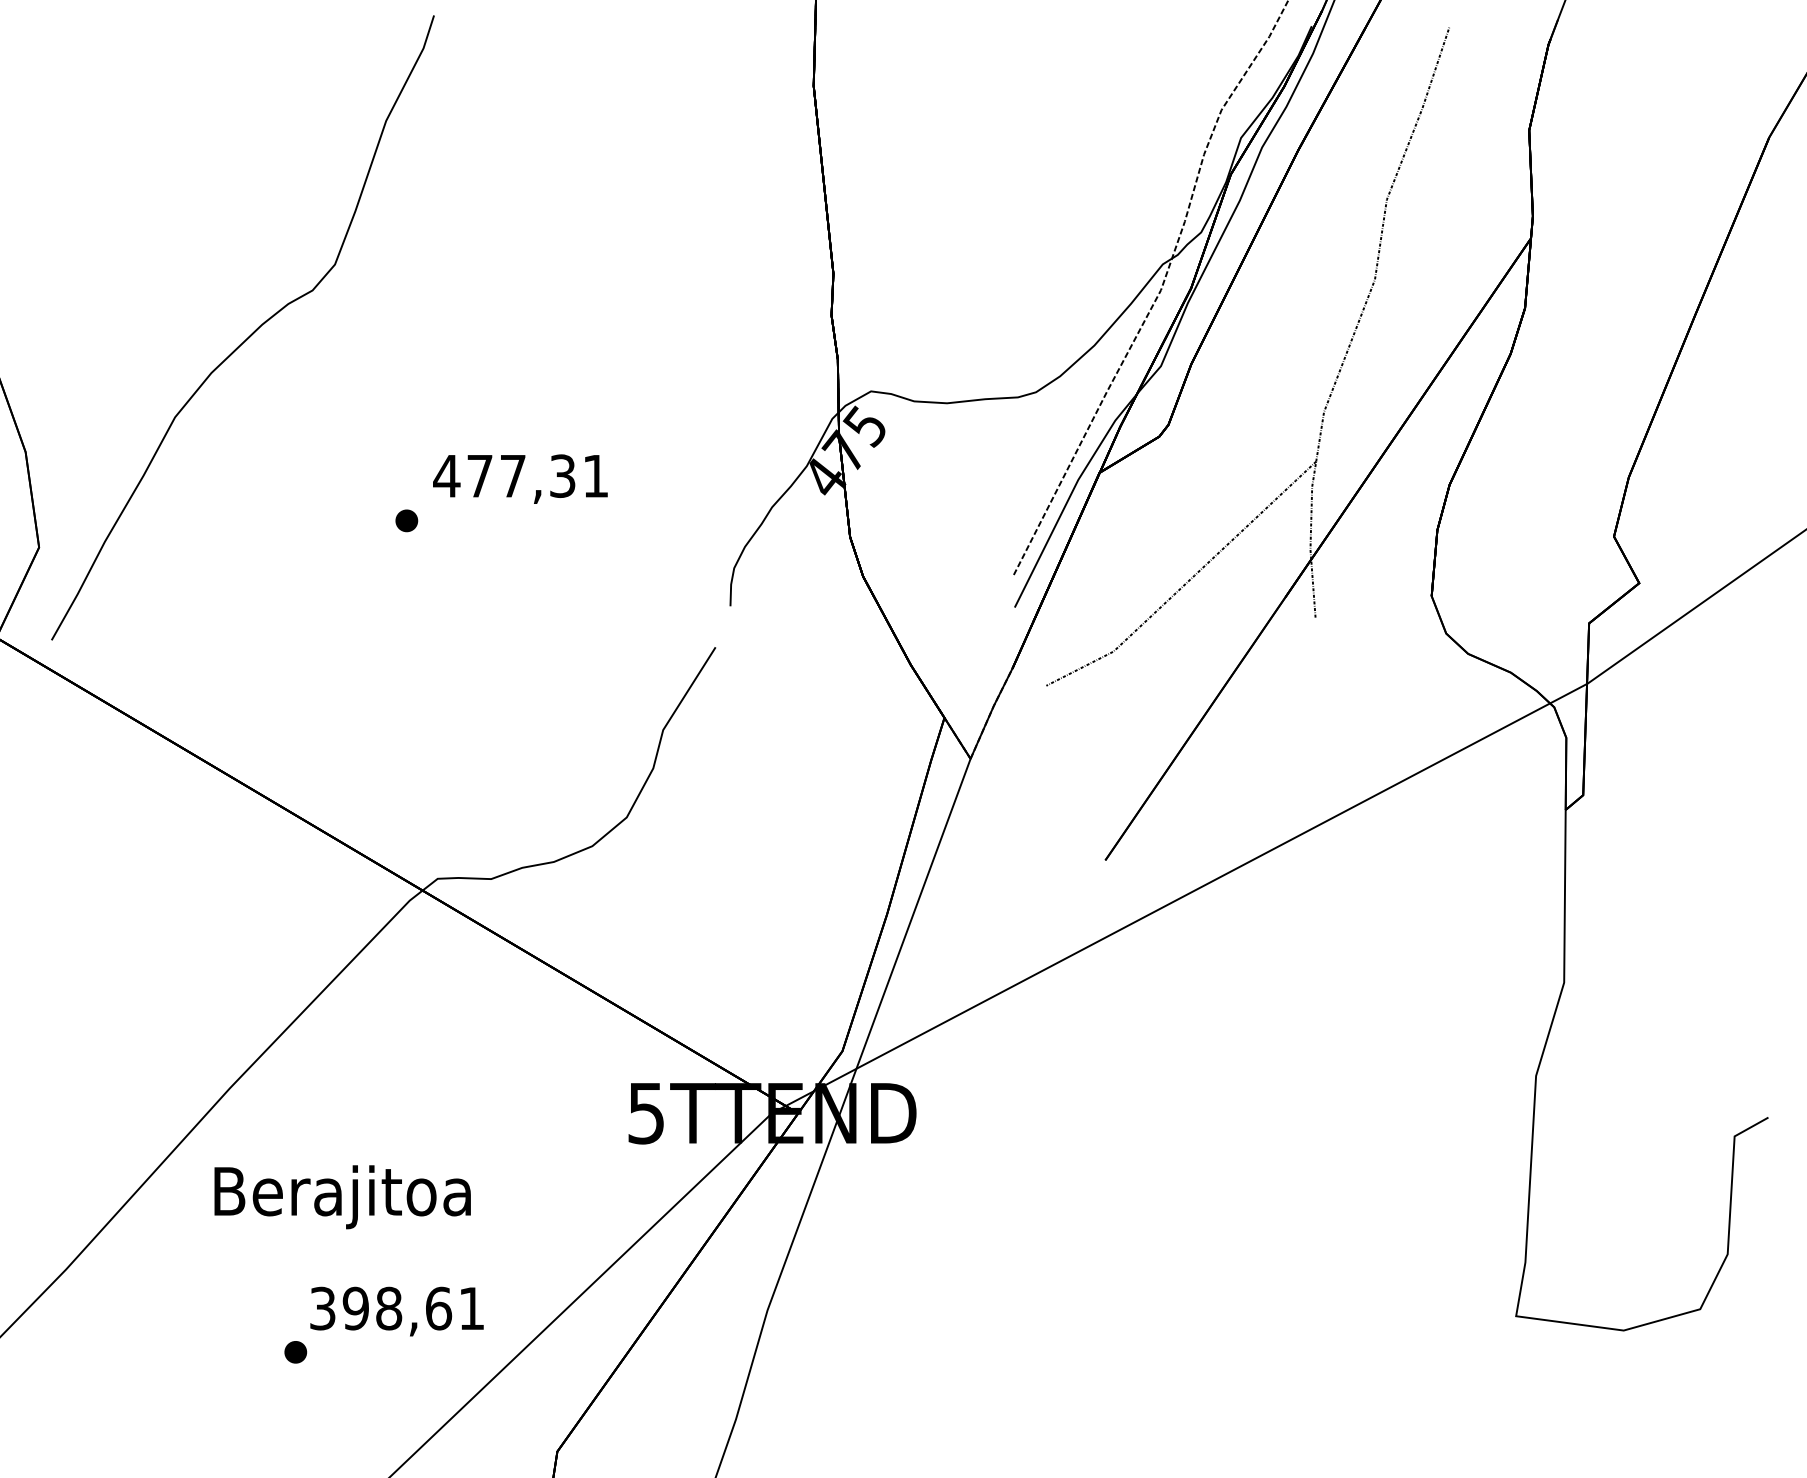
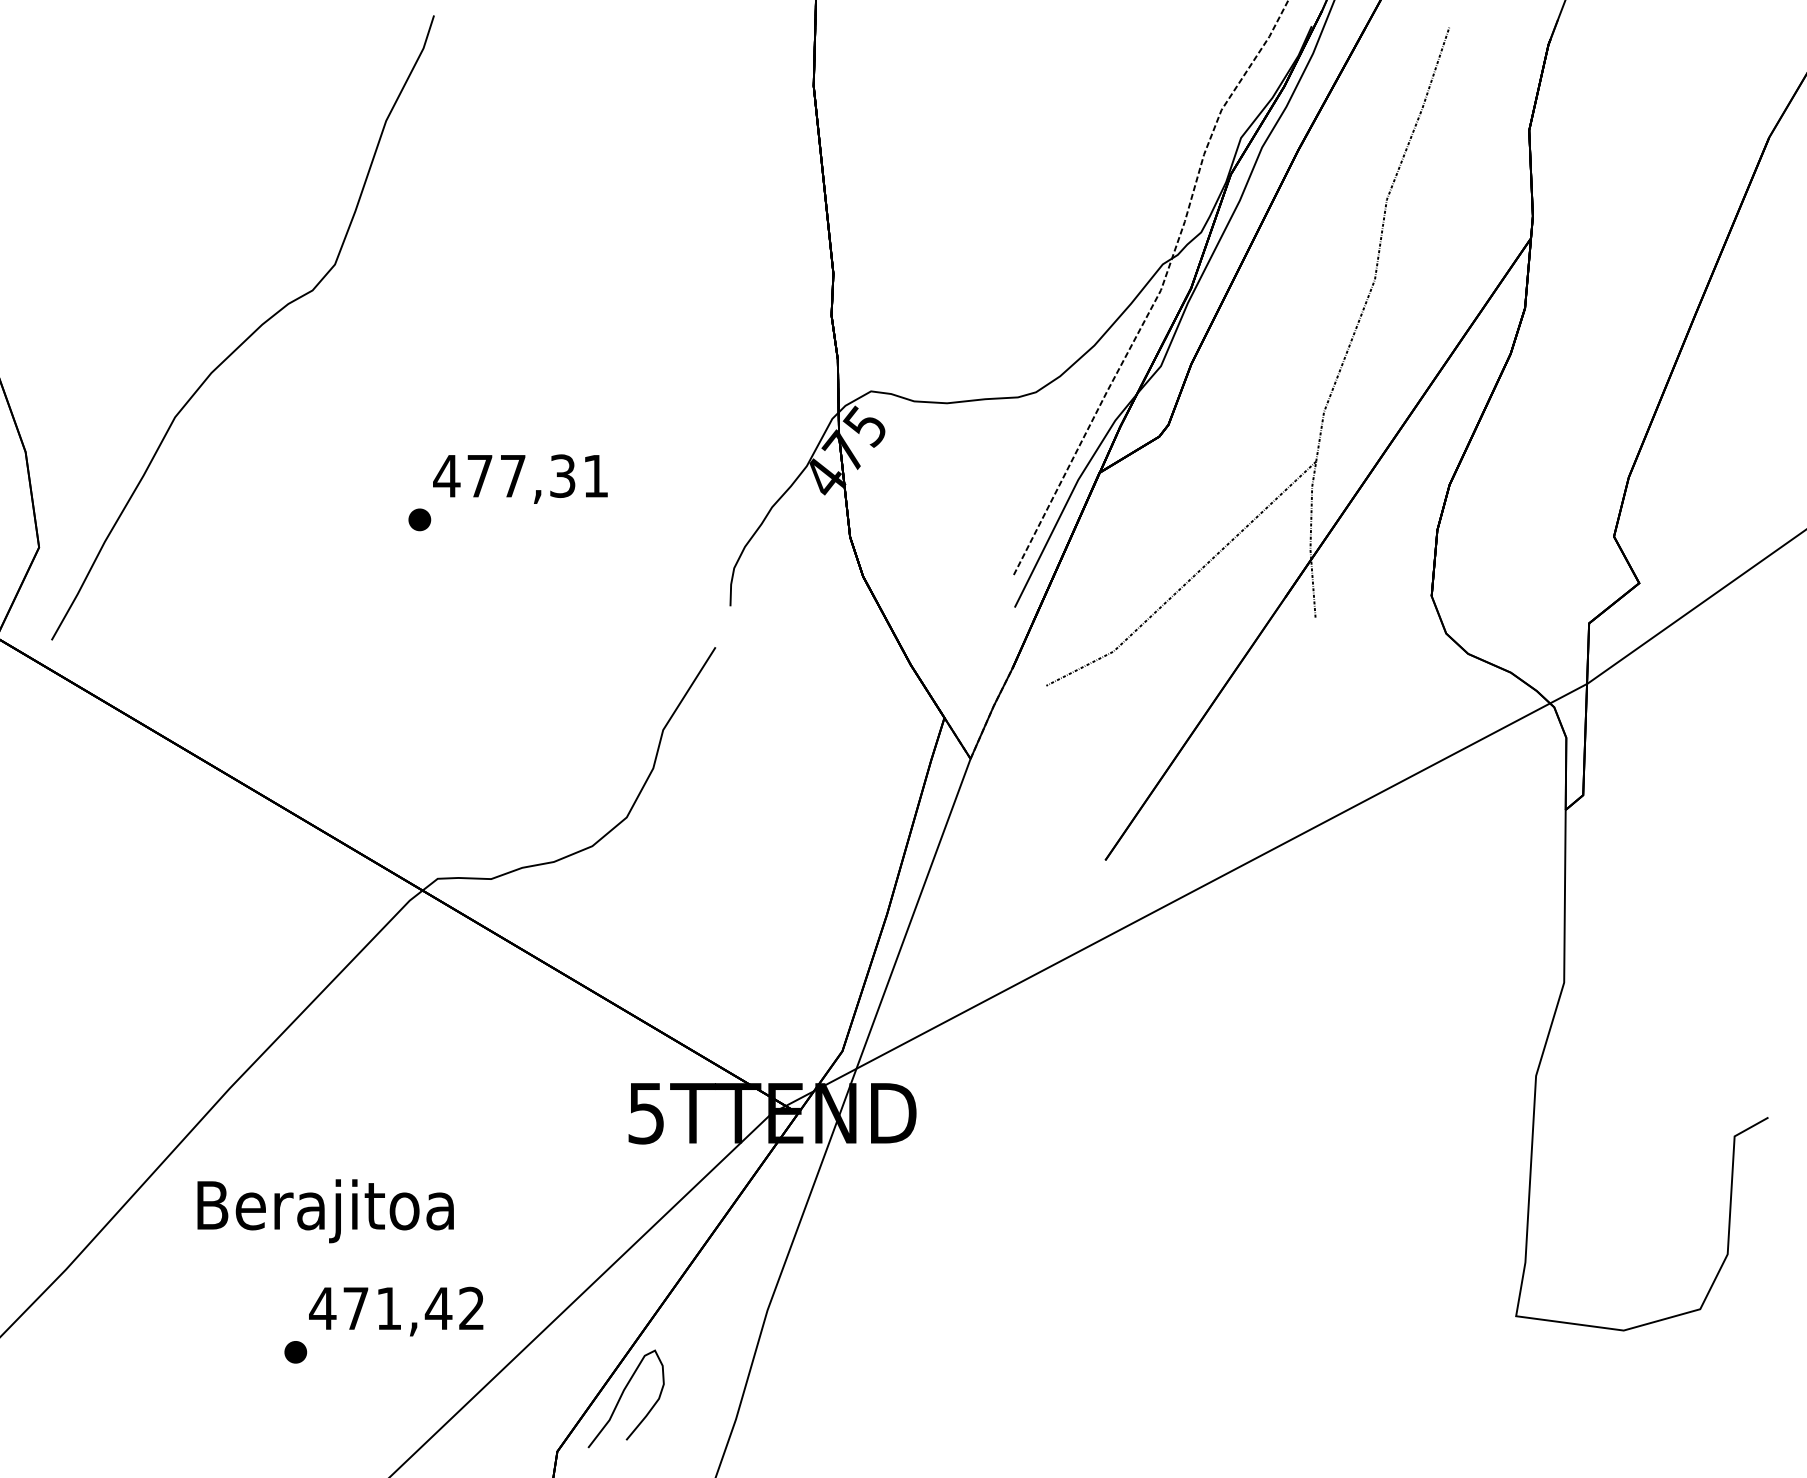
part at (406, 520) position: (406, 520) -> (419, 519)
text at (342, 1197) position: (342, 1197) -> (325, 1211)
text at (396, 1308): 398,61 -> 471,42
curve at (621, 1397): none -> present
